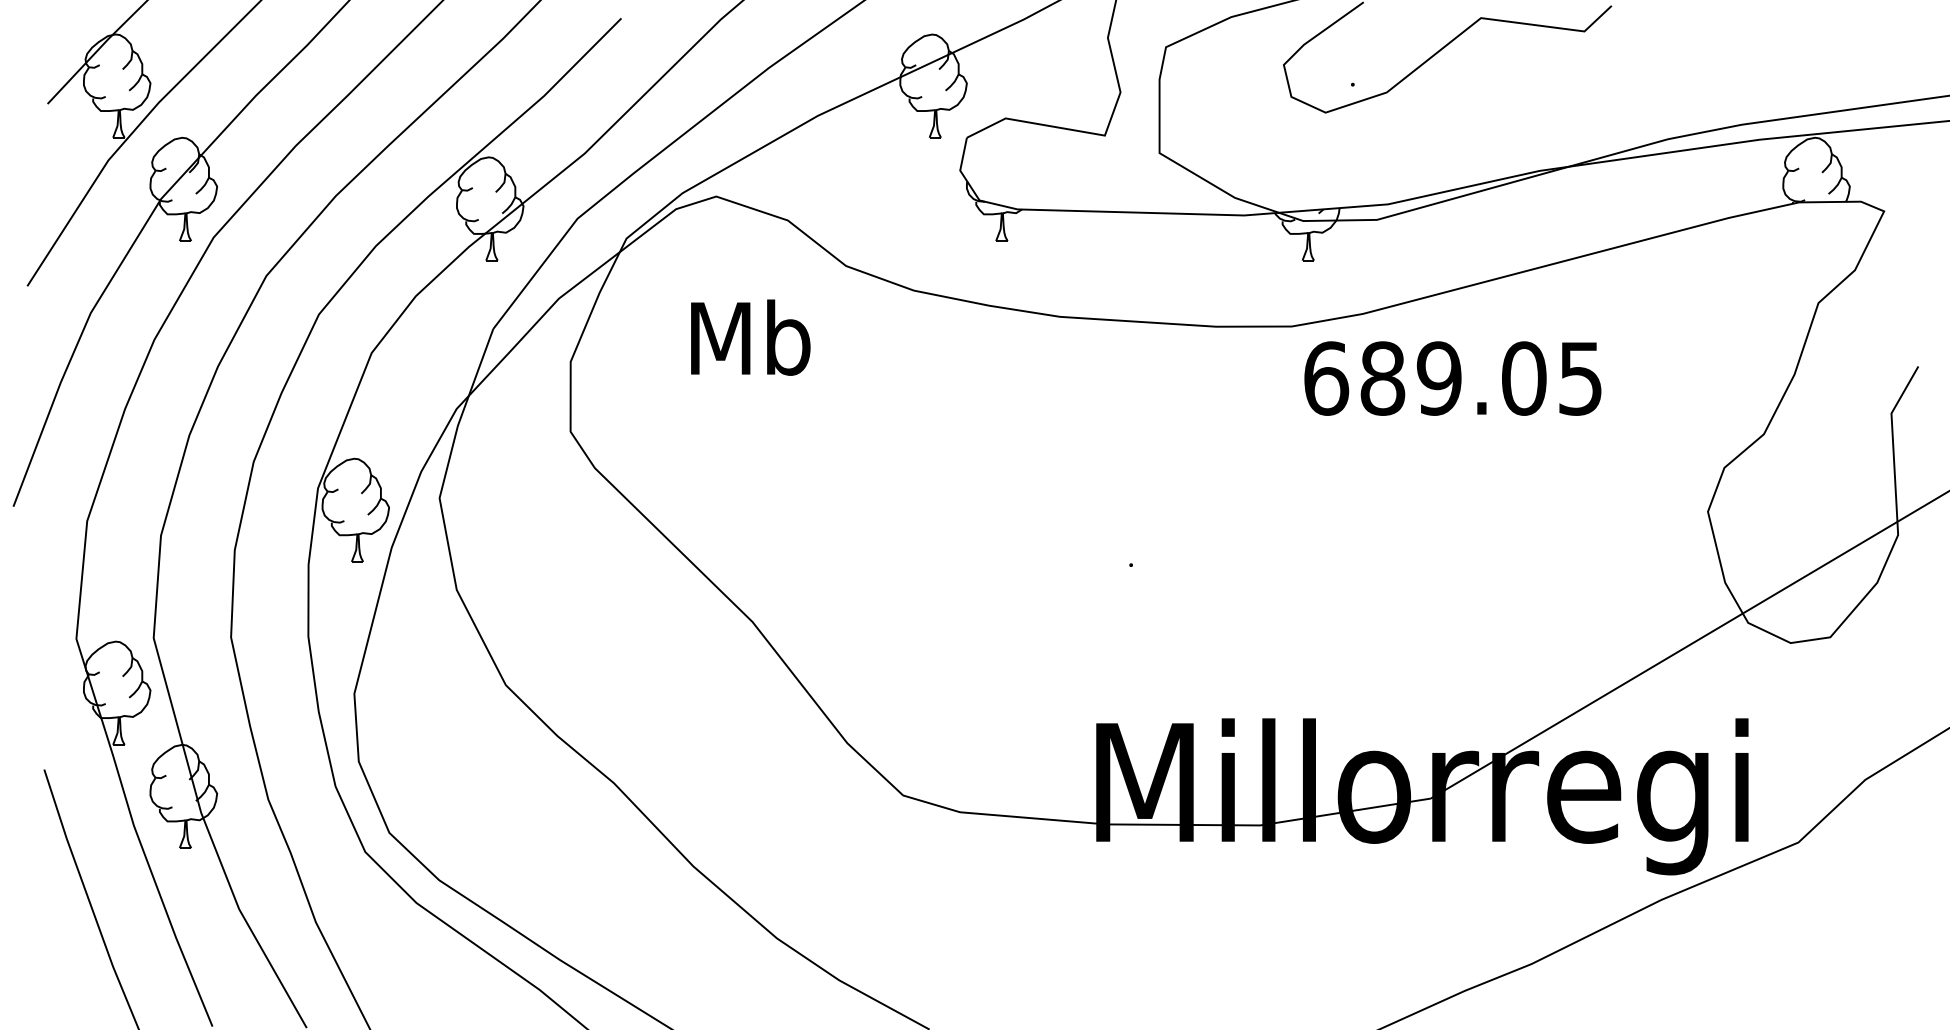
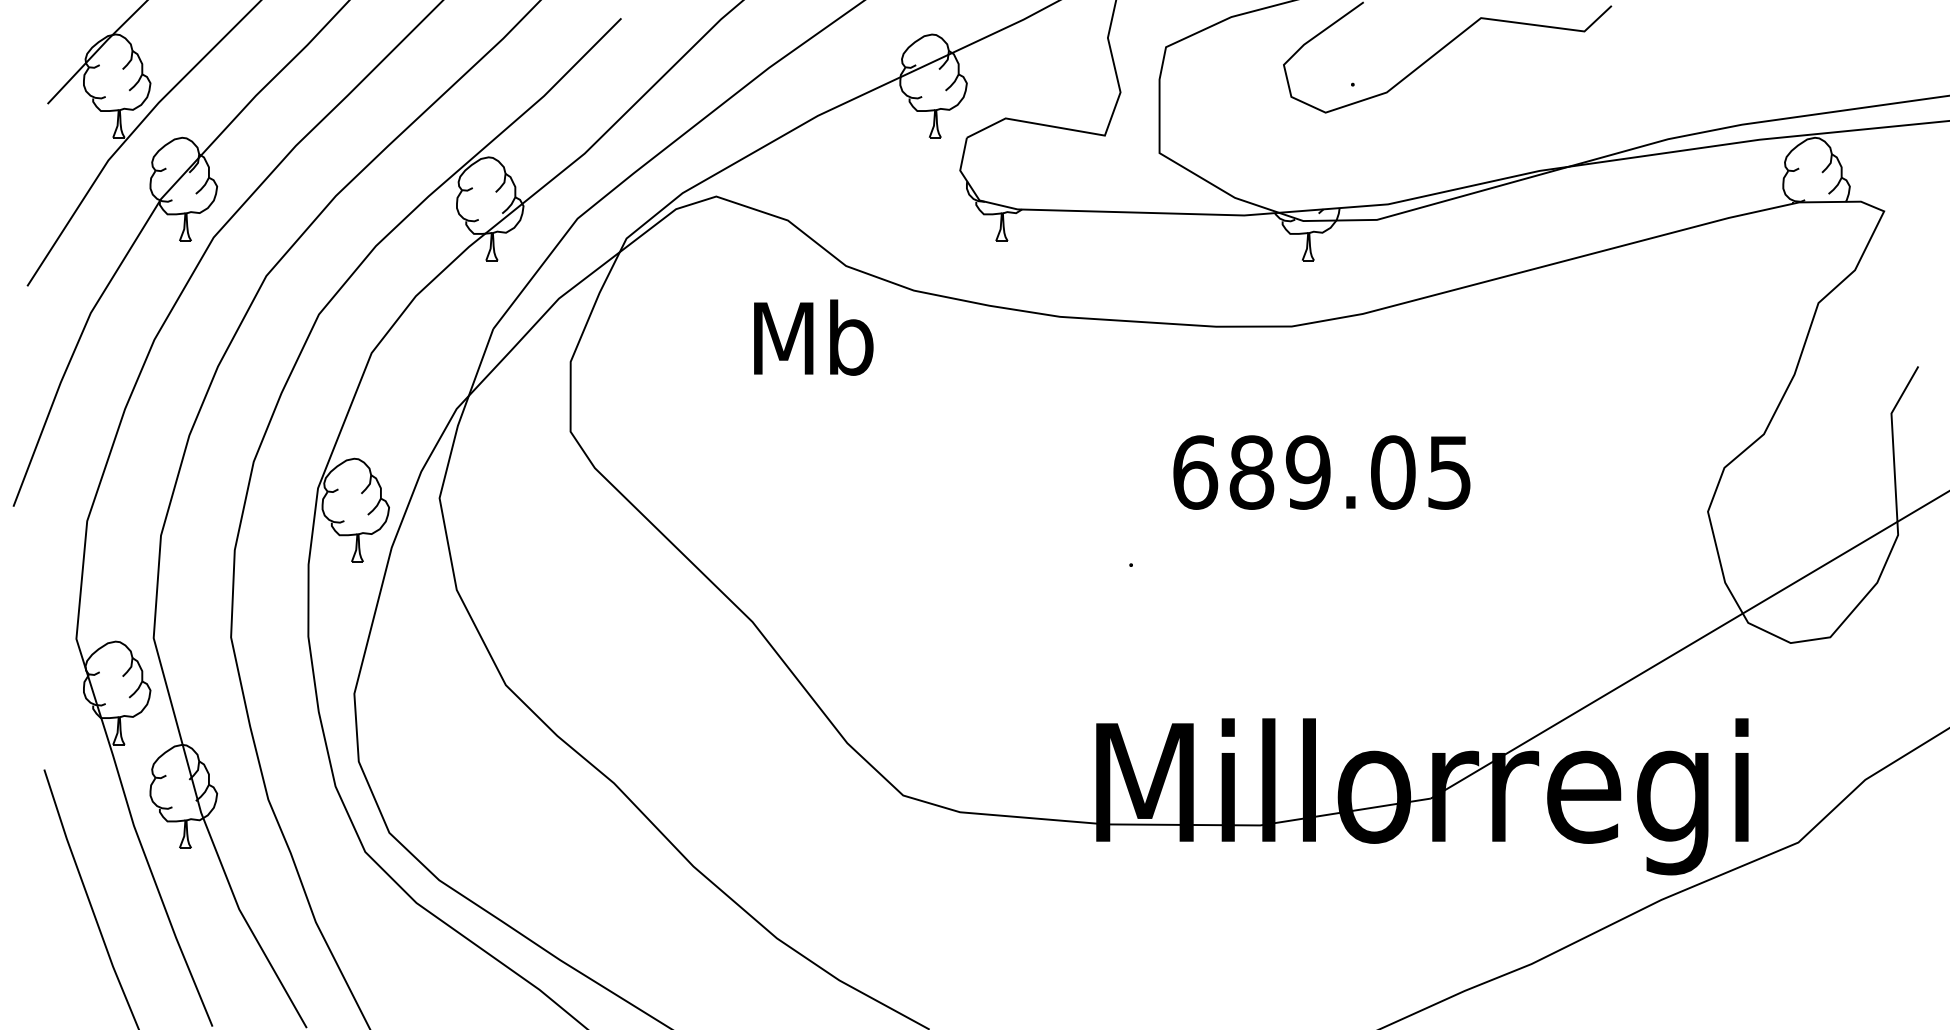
text at (750, 337) position: (750, 337) -> (813, 337)
text at (1452, 378) position: (1452, 378) -> (1321, 472)
